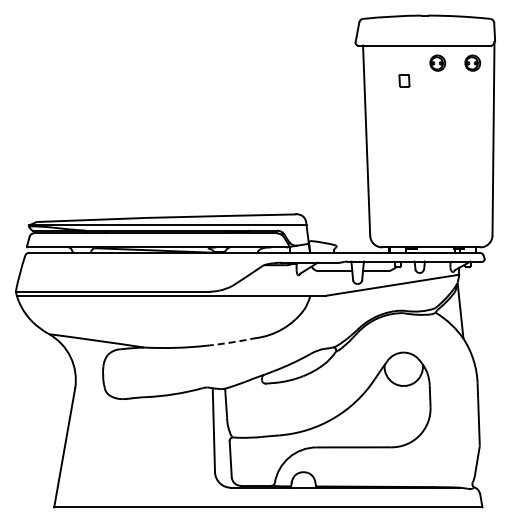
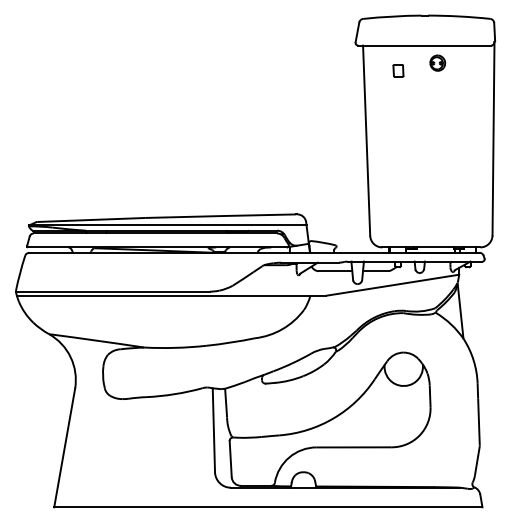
part at (472, 62): present -> none
part at (404, 80) position: (404, 80) -> (398, 70)
arc at (231, 342): dashed -> solid
